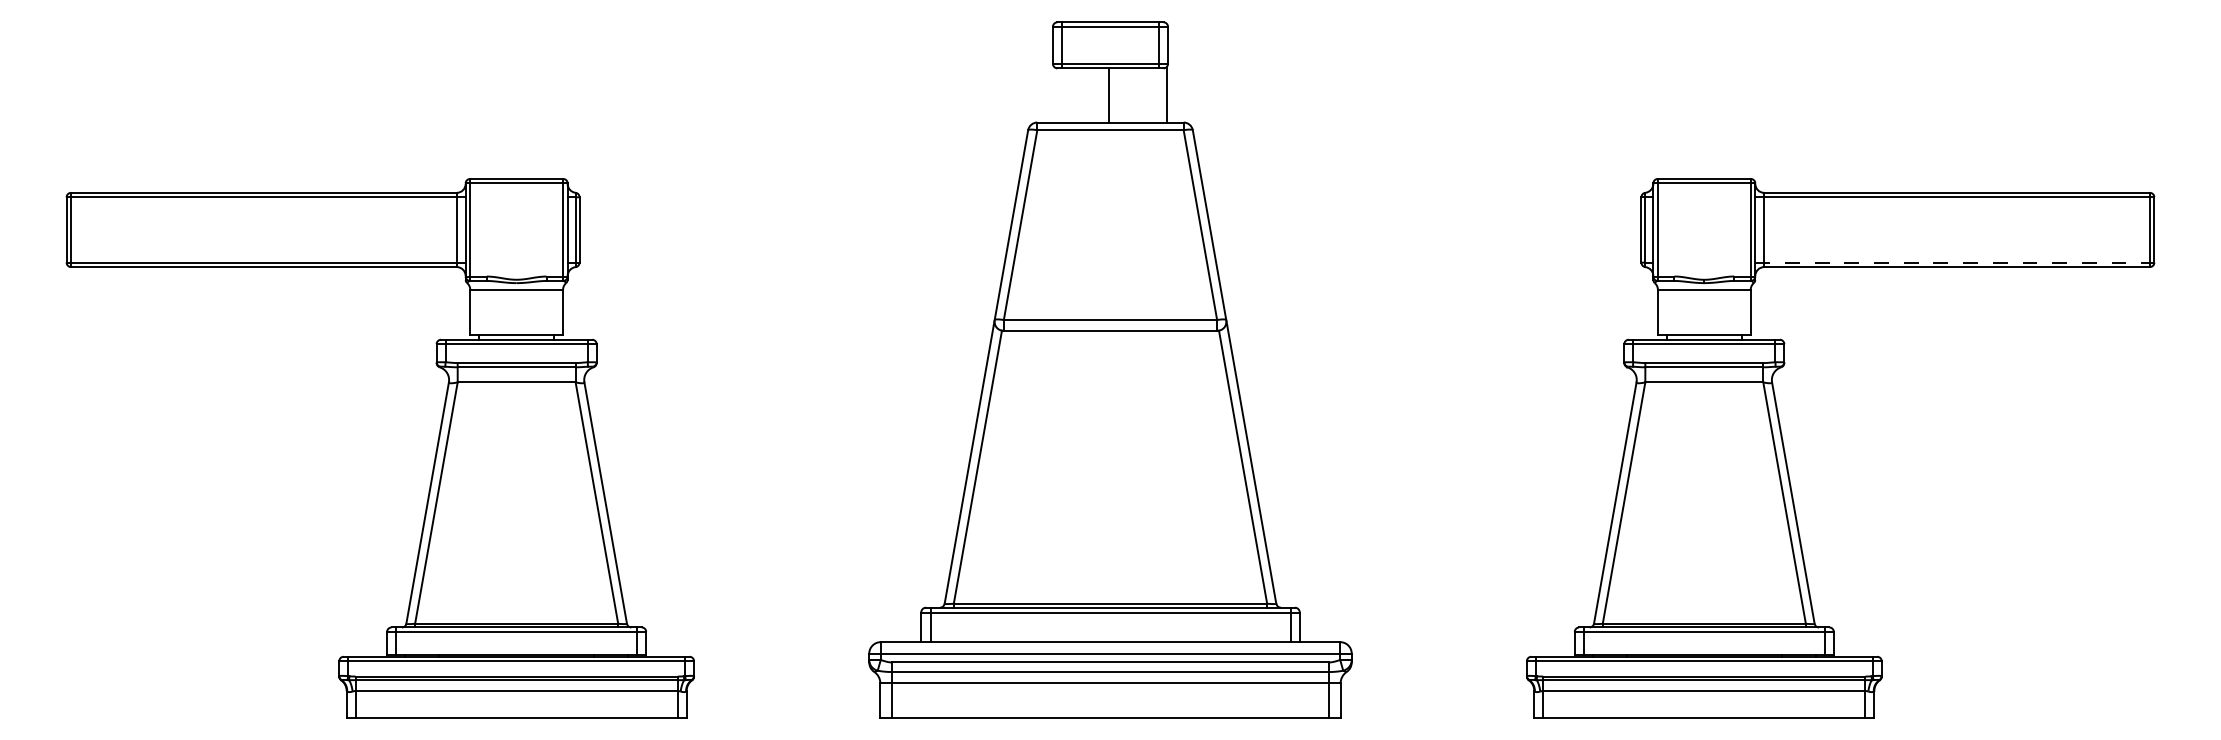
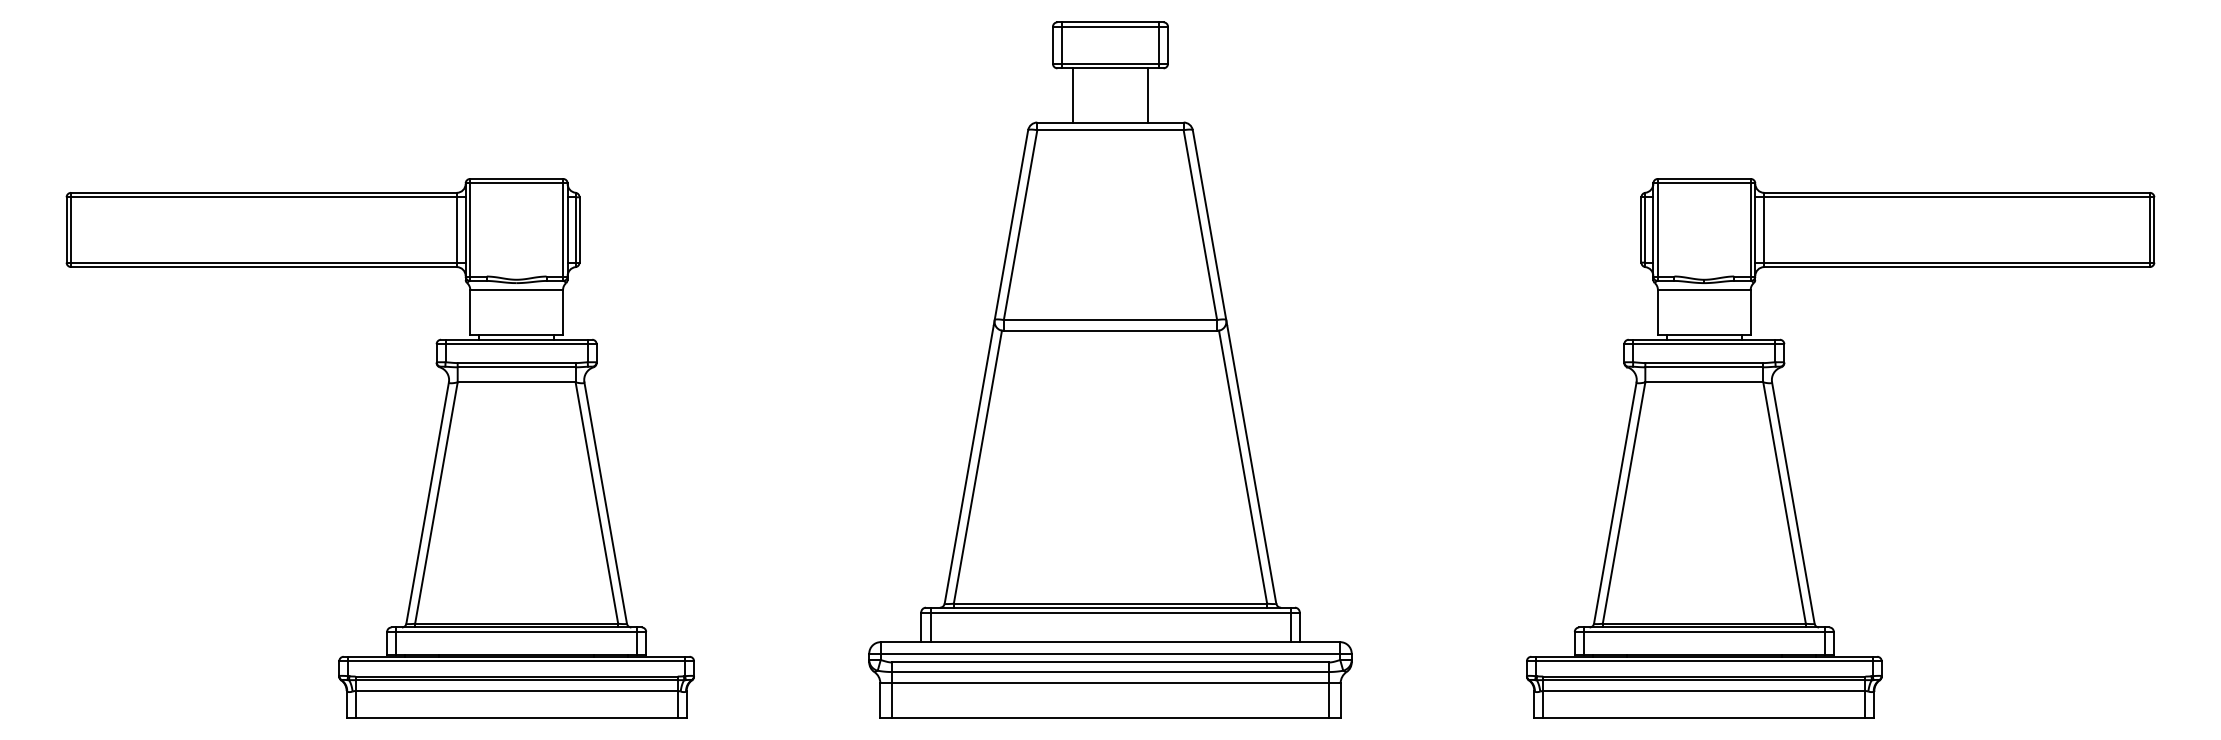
line at (1109, 95) position: (1109, 95) -> (1073, 95)
line at (1166, 95) position: (1166, 95) -> (1147, 95)
line at (1954, 262): dashed -> solid
